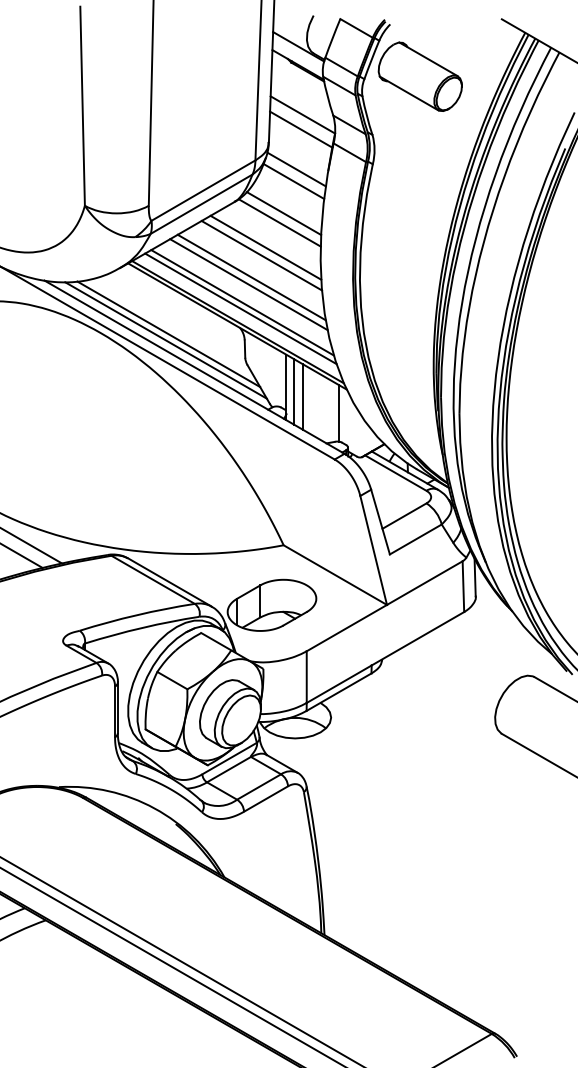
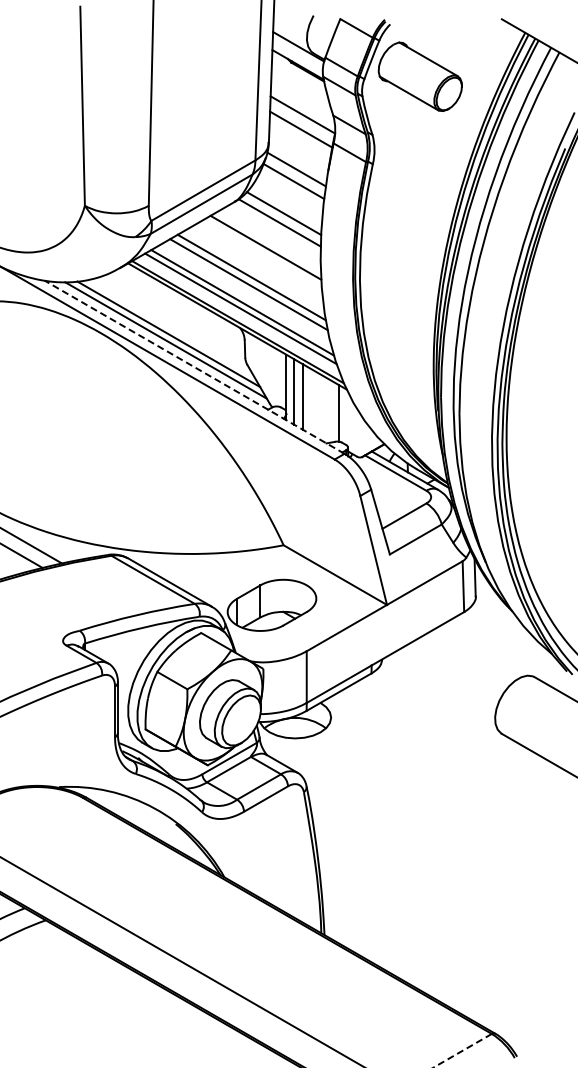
line at (261, 255): present -> none
line at (194, 366): solid -> dashed
line at (171, 966): present -> none
line at (462, 1050): solid -> dashed
